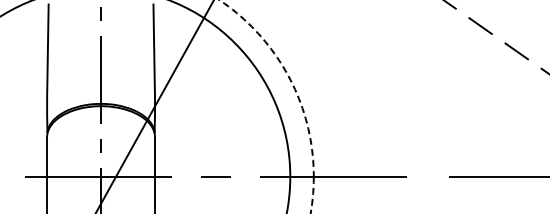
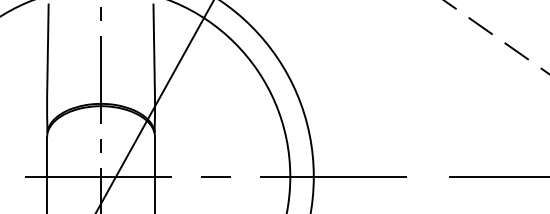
circle at (266, 106): dashed -> solid
